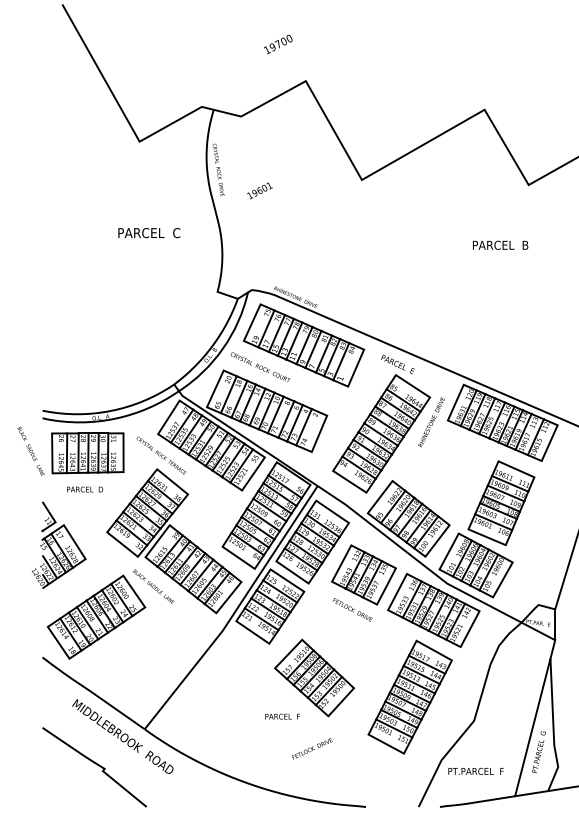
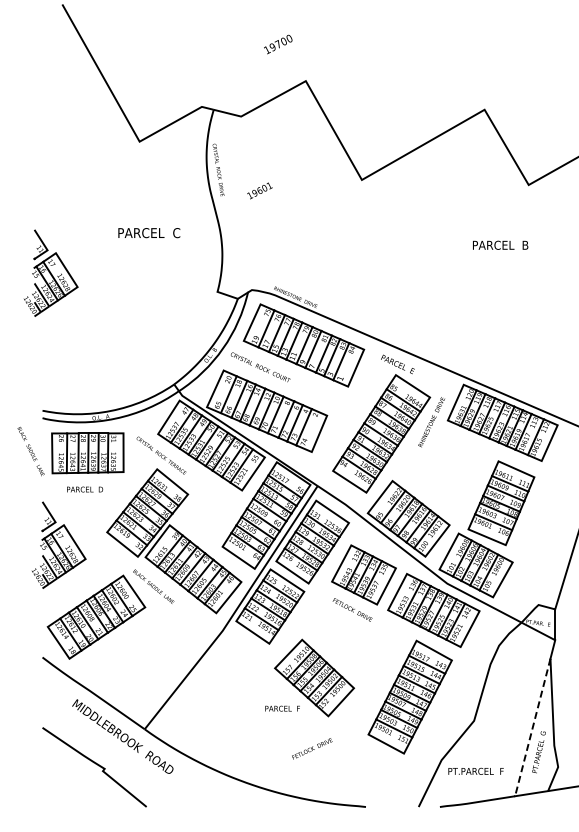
part at (50, 272): none -> present
text at (282, 716) position: (282, 716) -> (282, 708)
line at (532, 728): solid -> dashed
